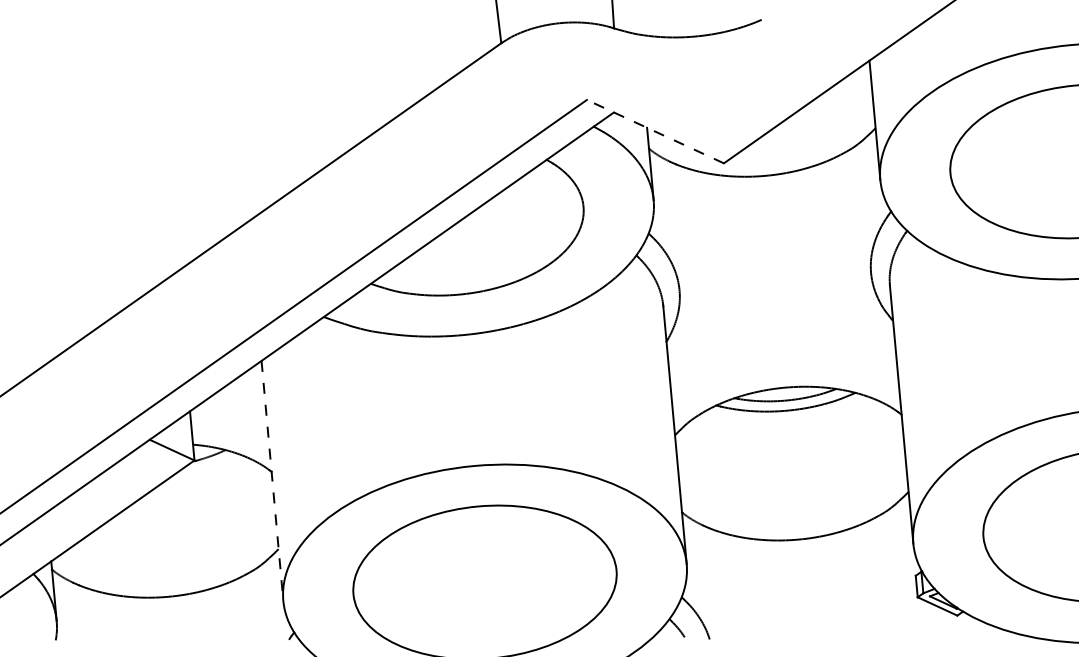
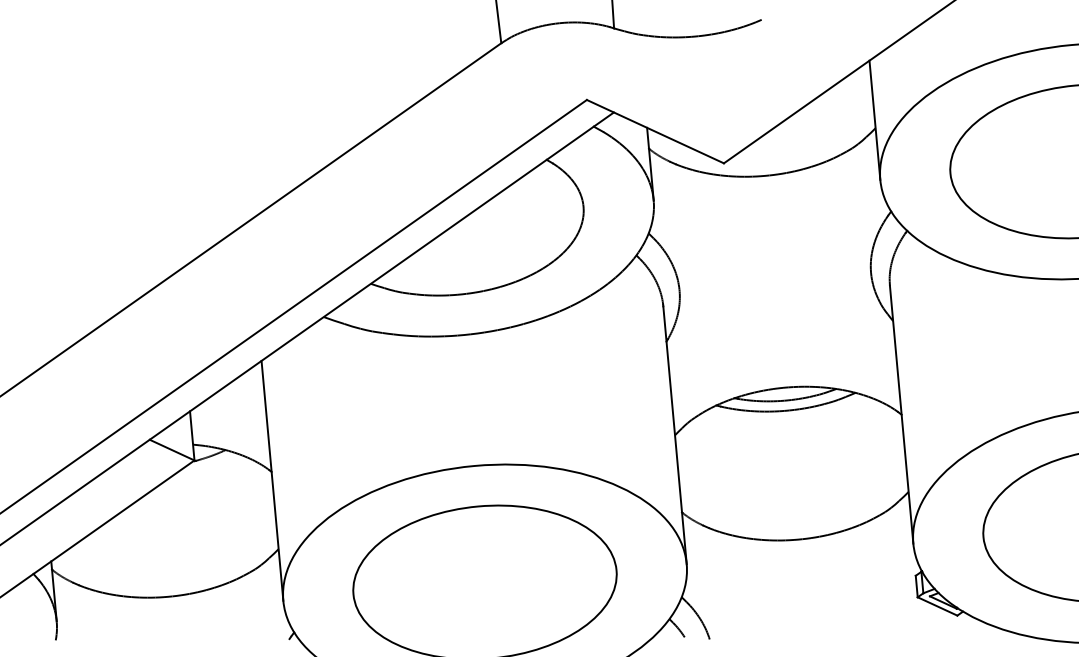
line at (654, 131): dashed -> solid
line at (272, 481): dashed -> solid
